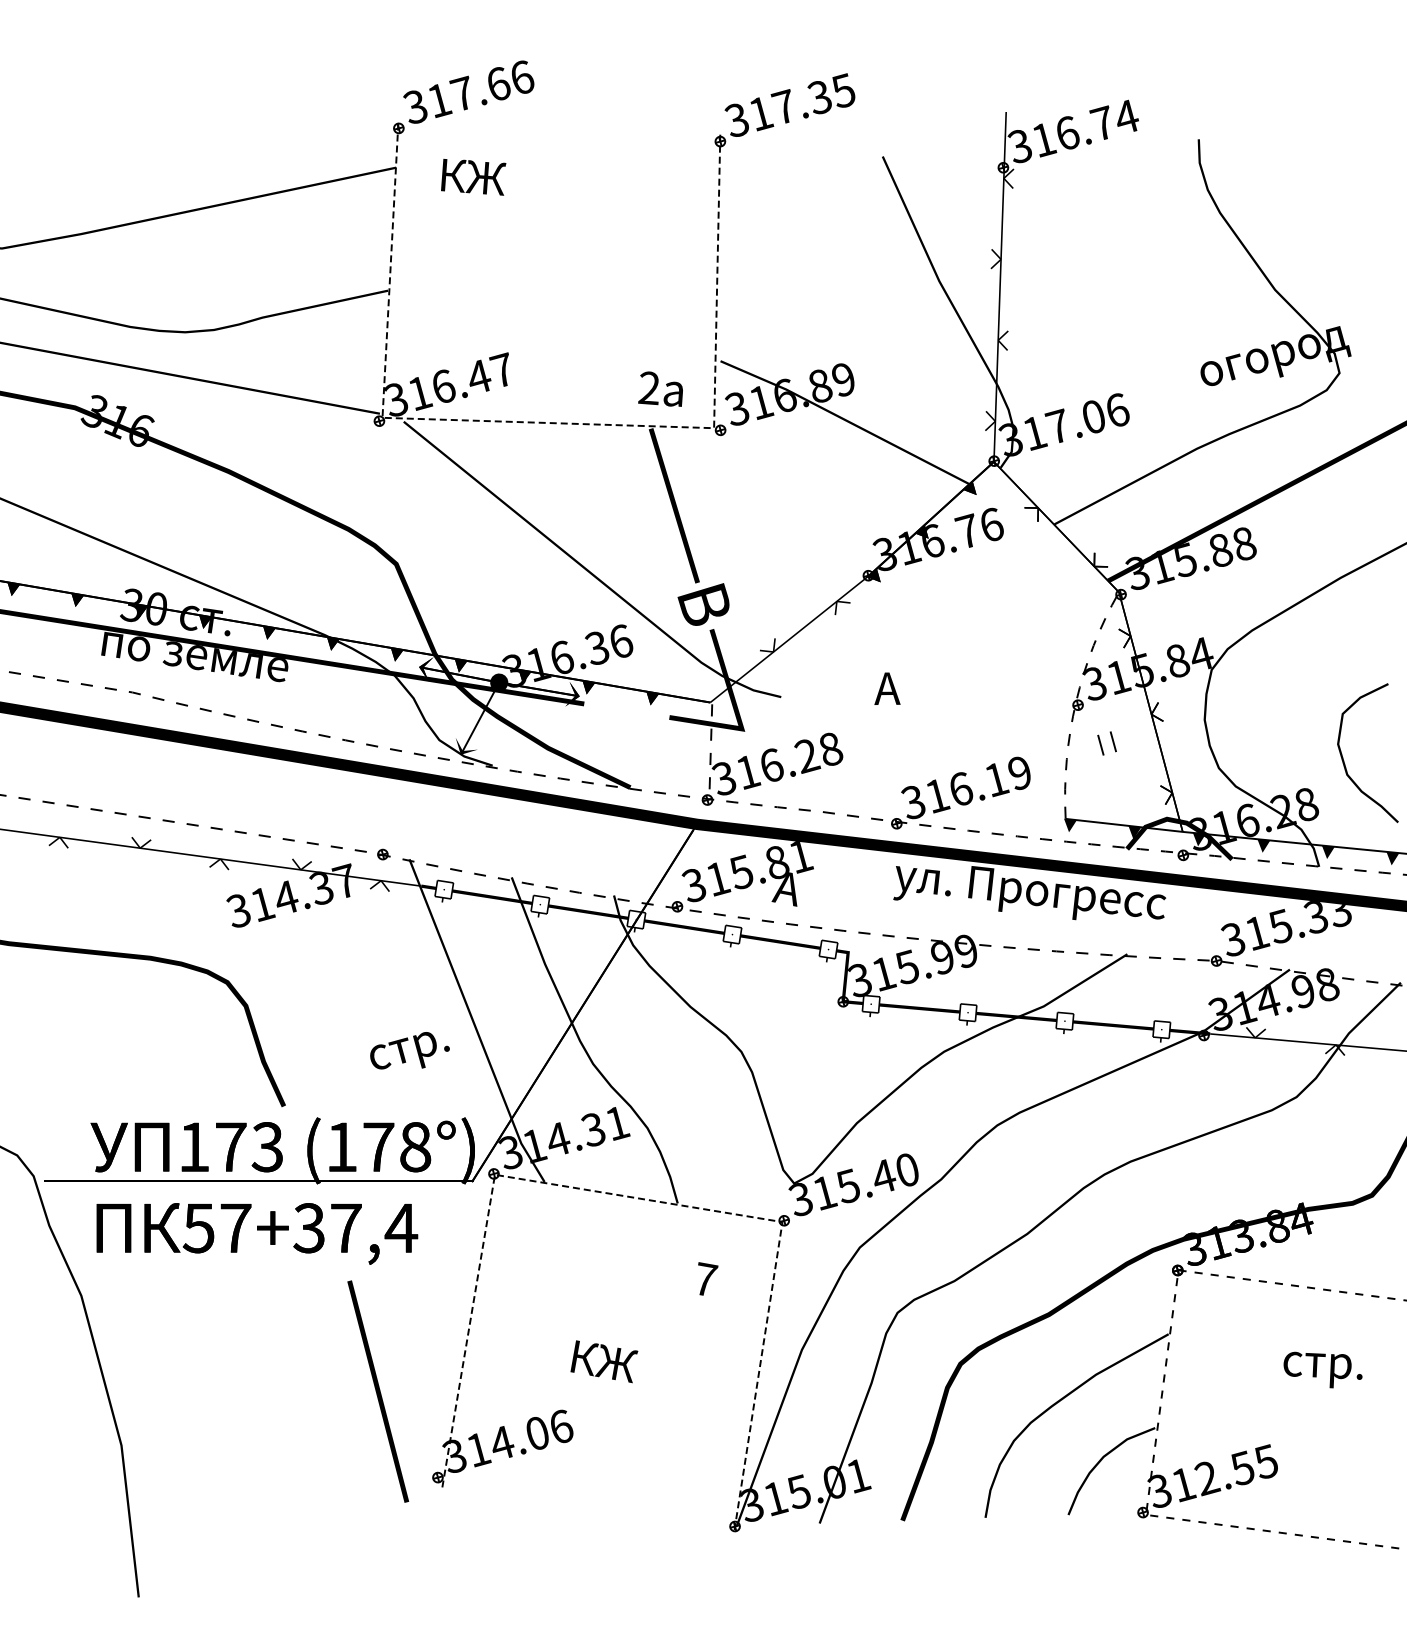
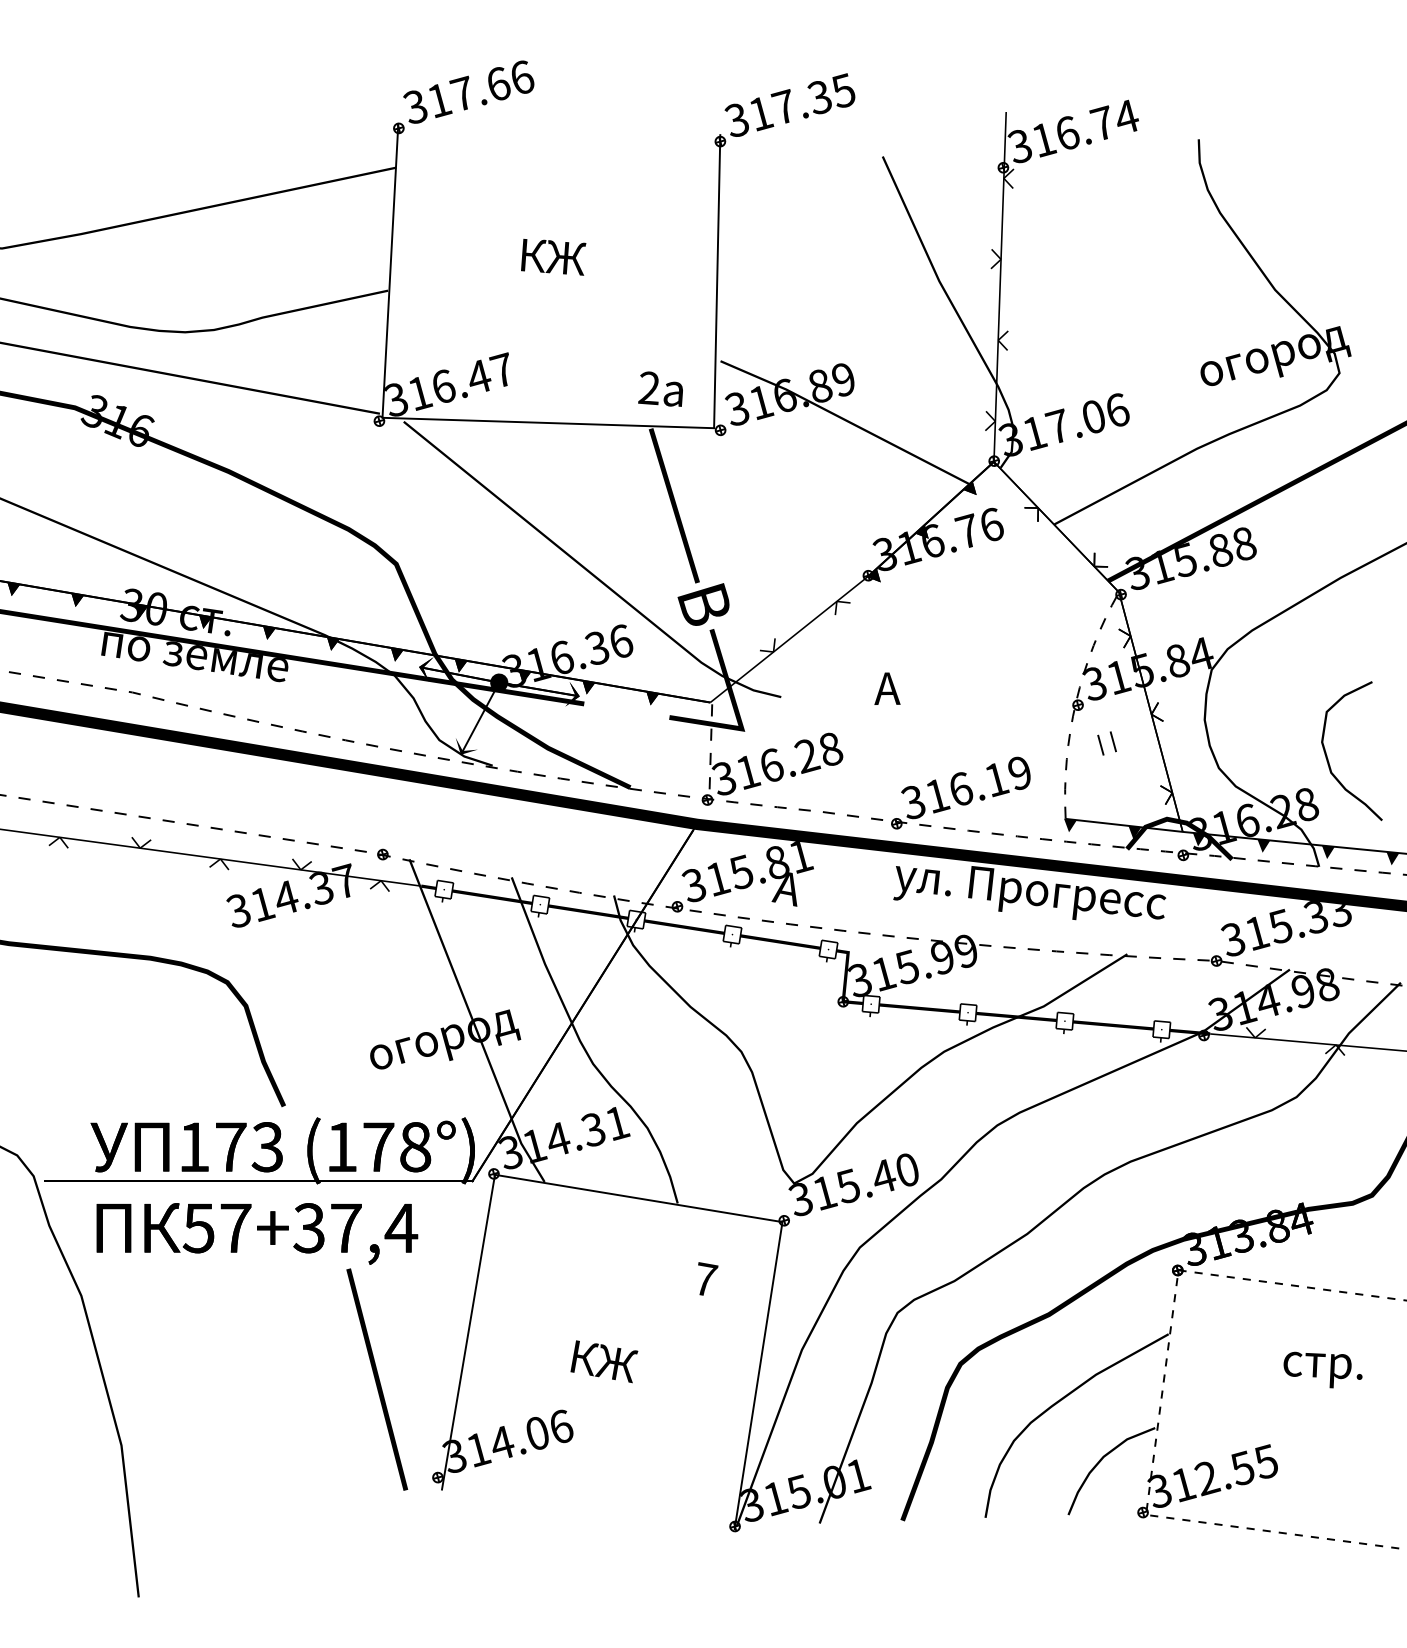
text at (473, 177) position: (473, 177) -> (553, 257)
line at (548, 423): dashed -> solid
curve at (1344, 760) position: (1344, 760) -> (1328, 758)
text at (446, 1038): стр. -> огород
line at (633, 1197): dashed -> solid
line at (378, 1391) position: (378, 1391) -> (377, 1379)
